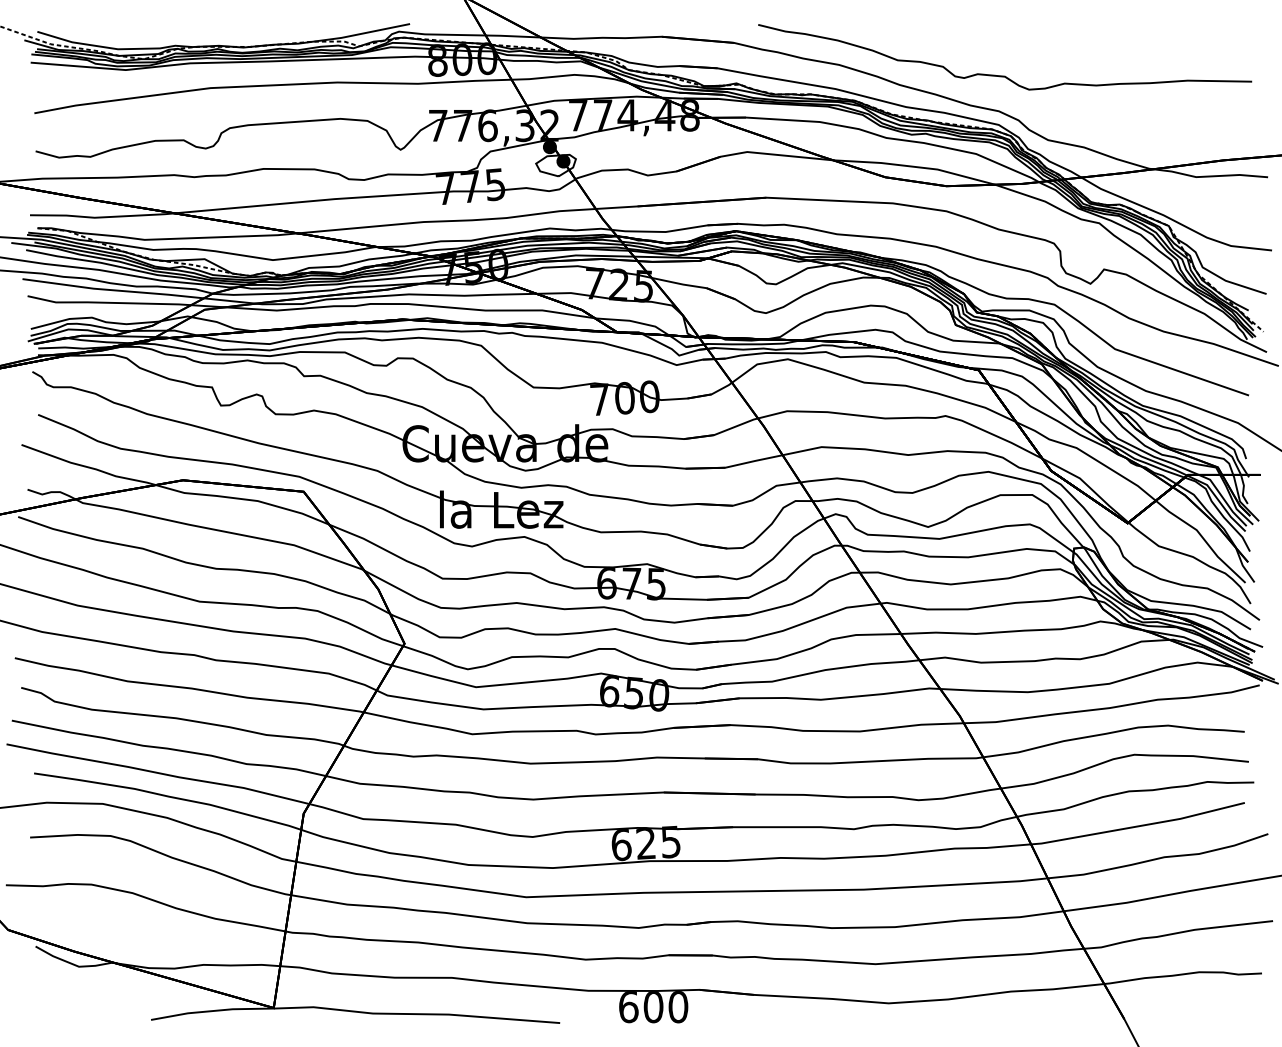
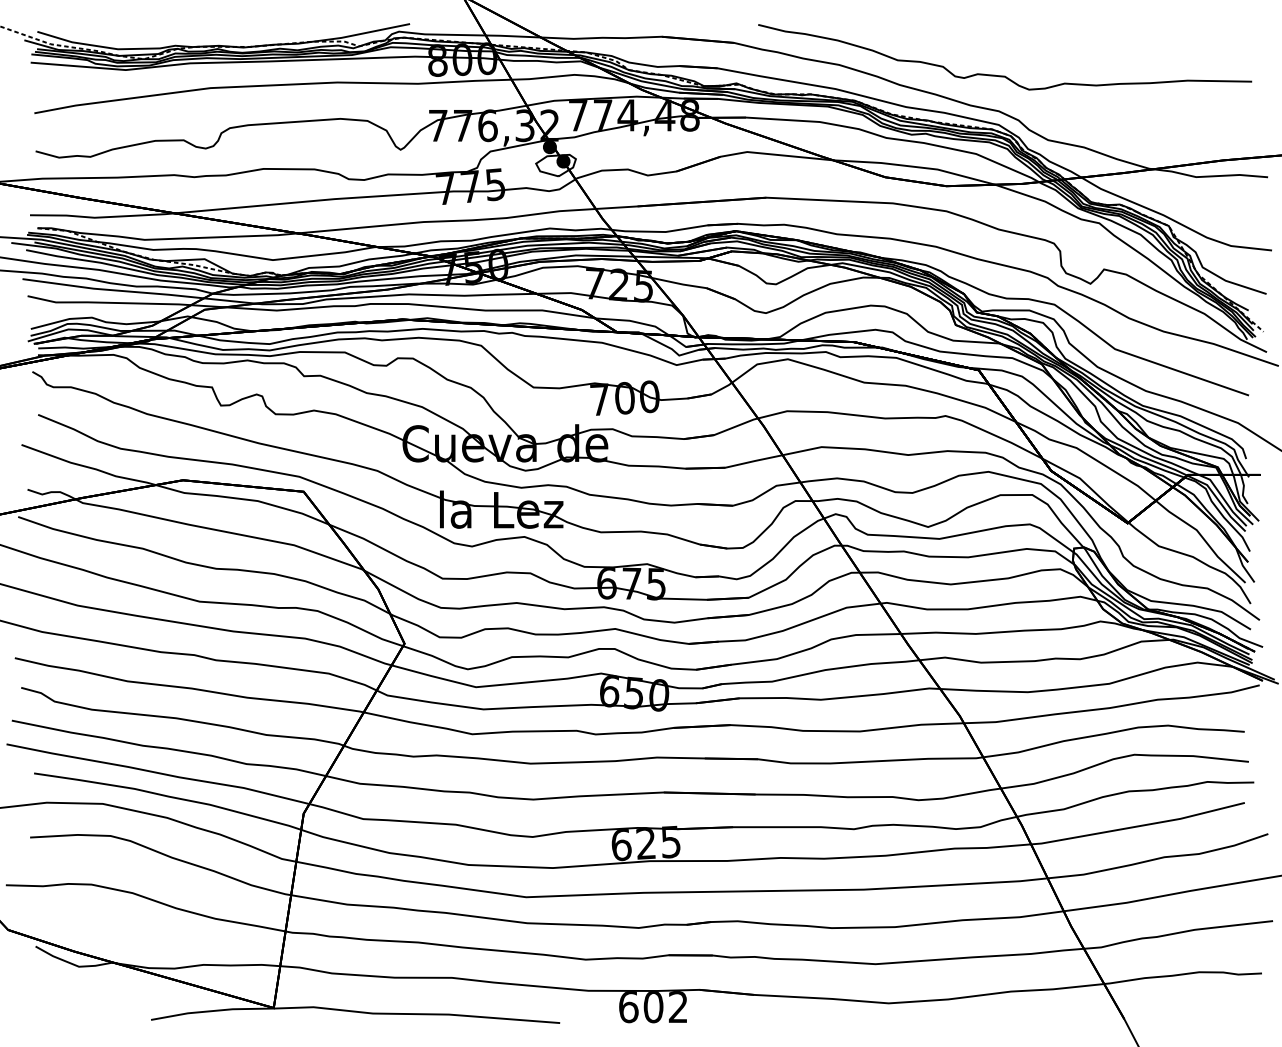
text at (678, 1007): 600 -> 602
